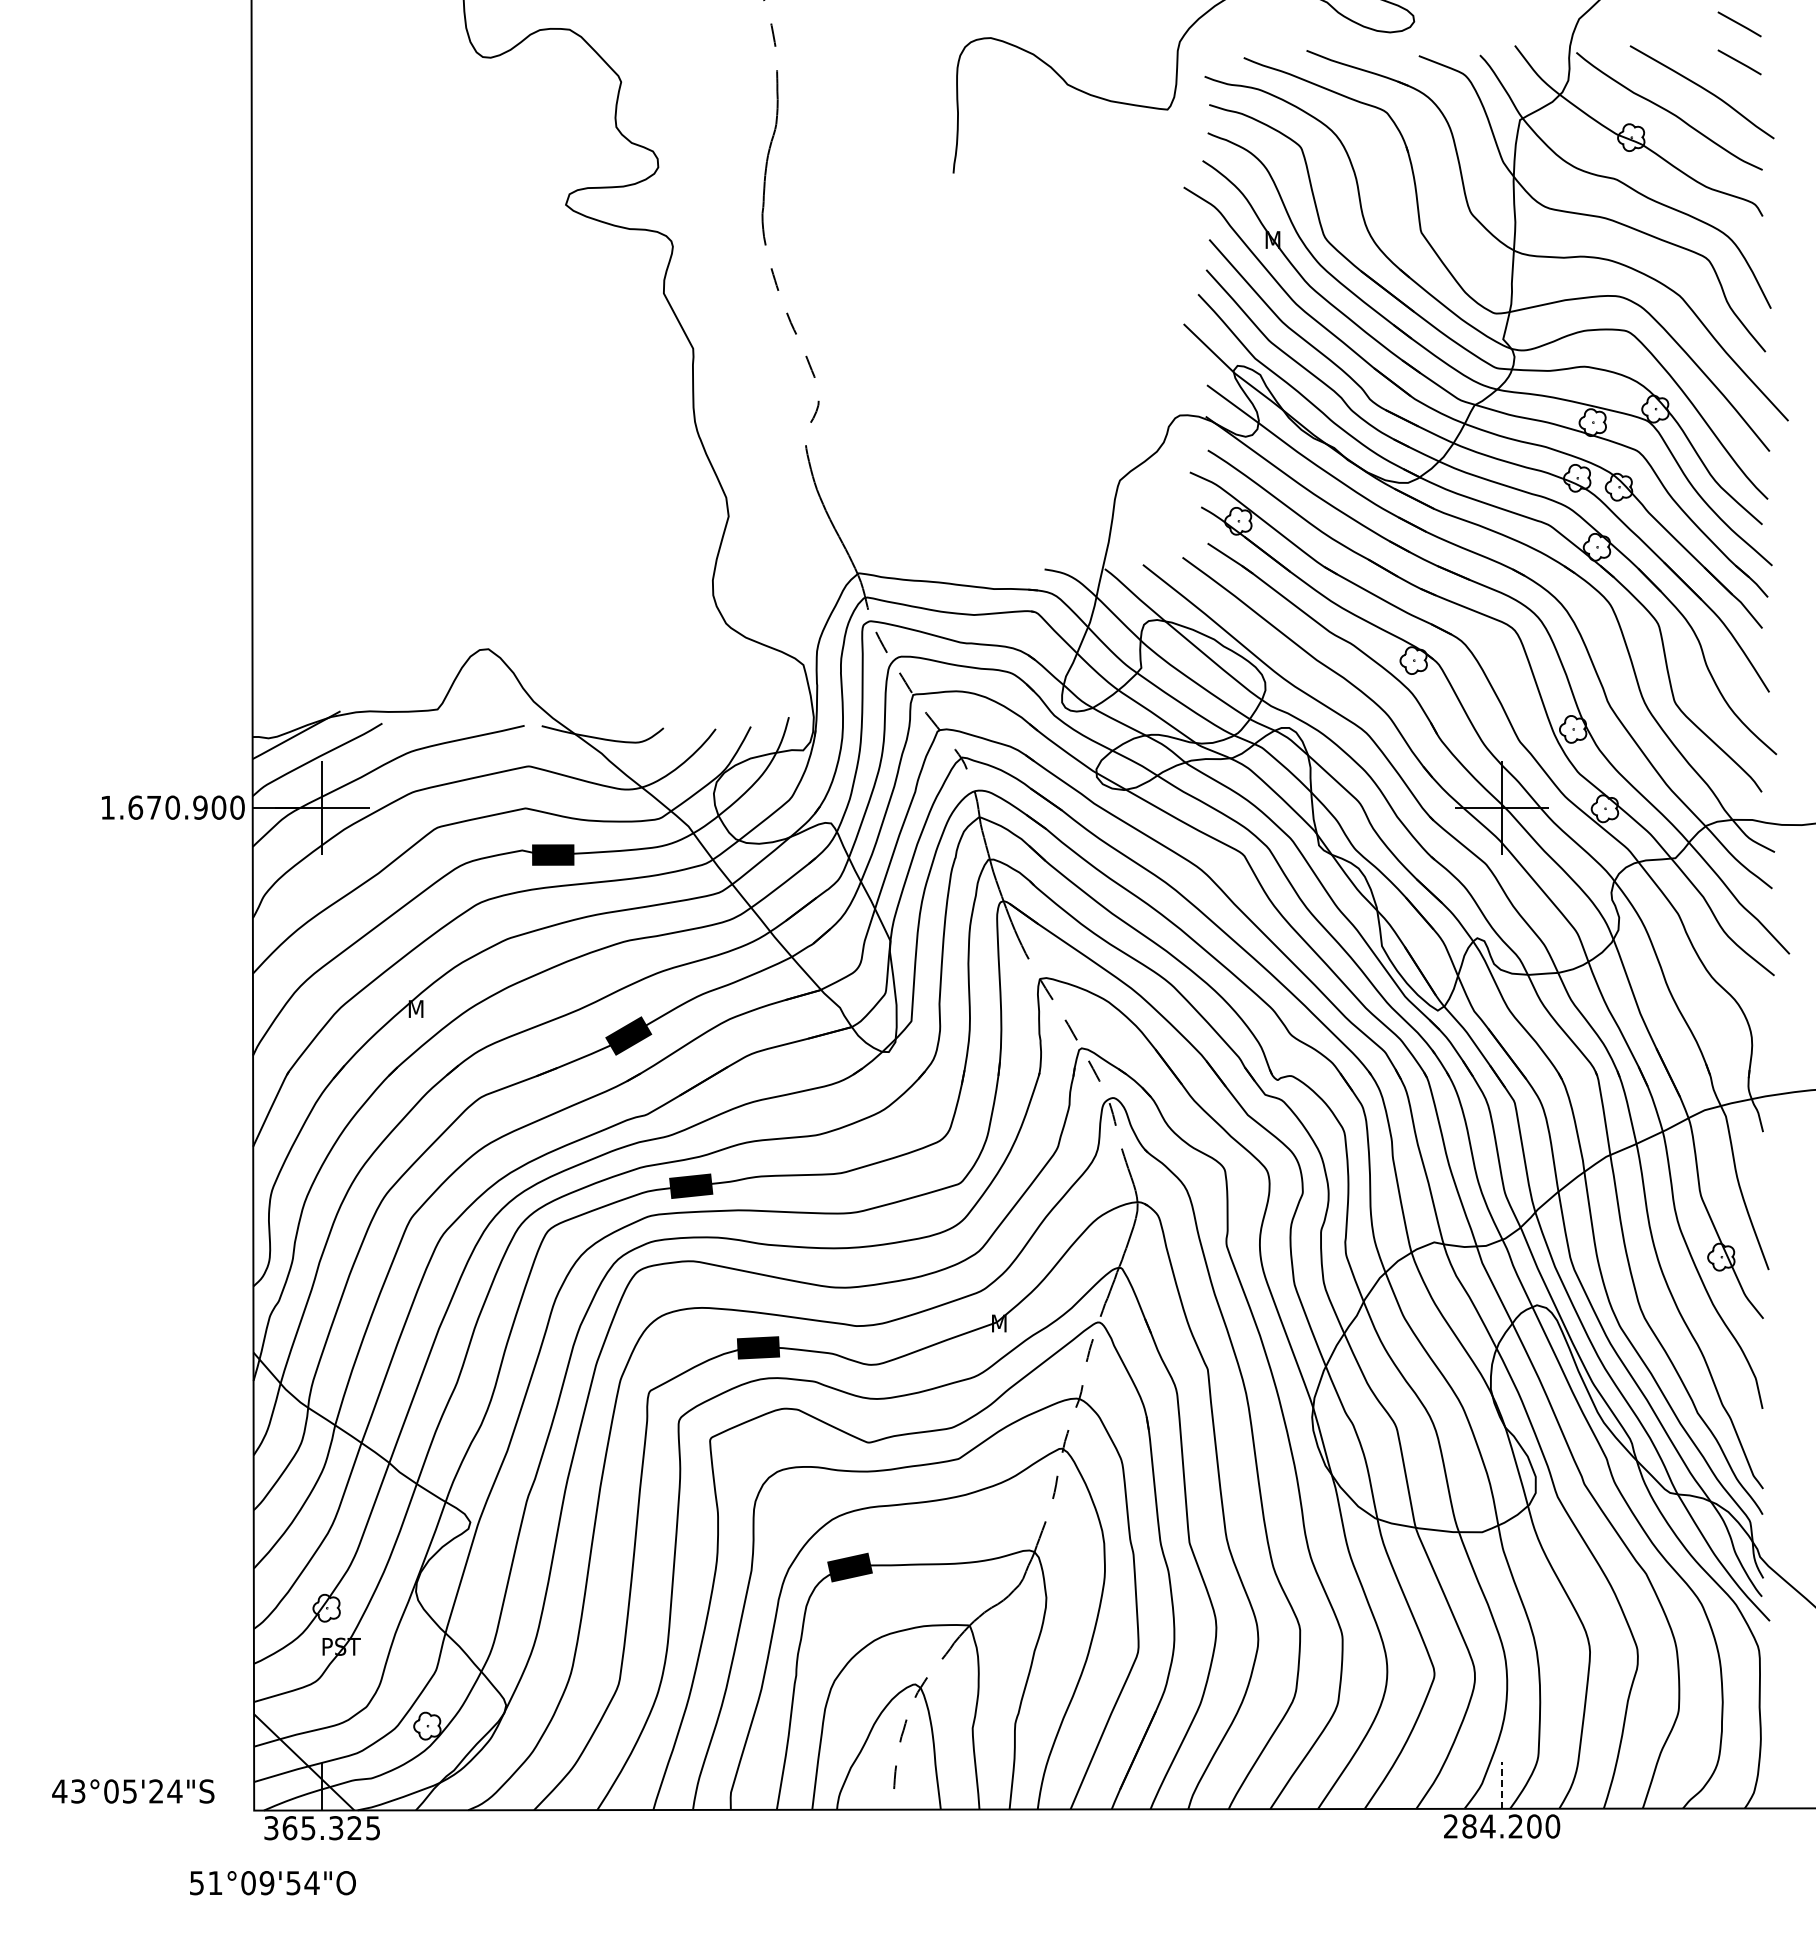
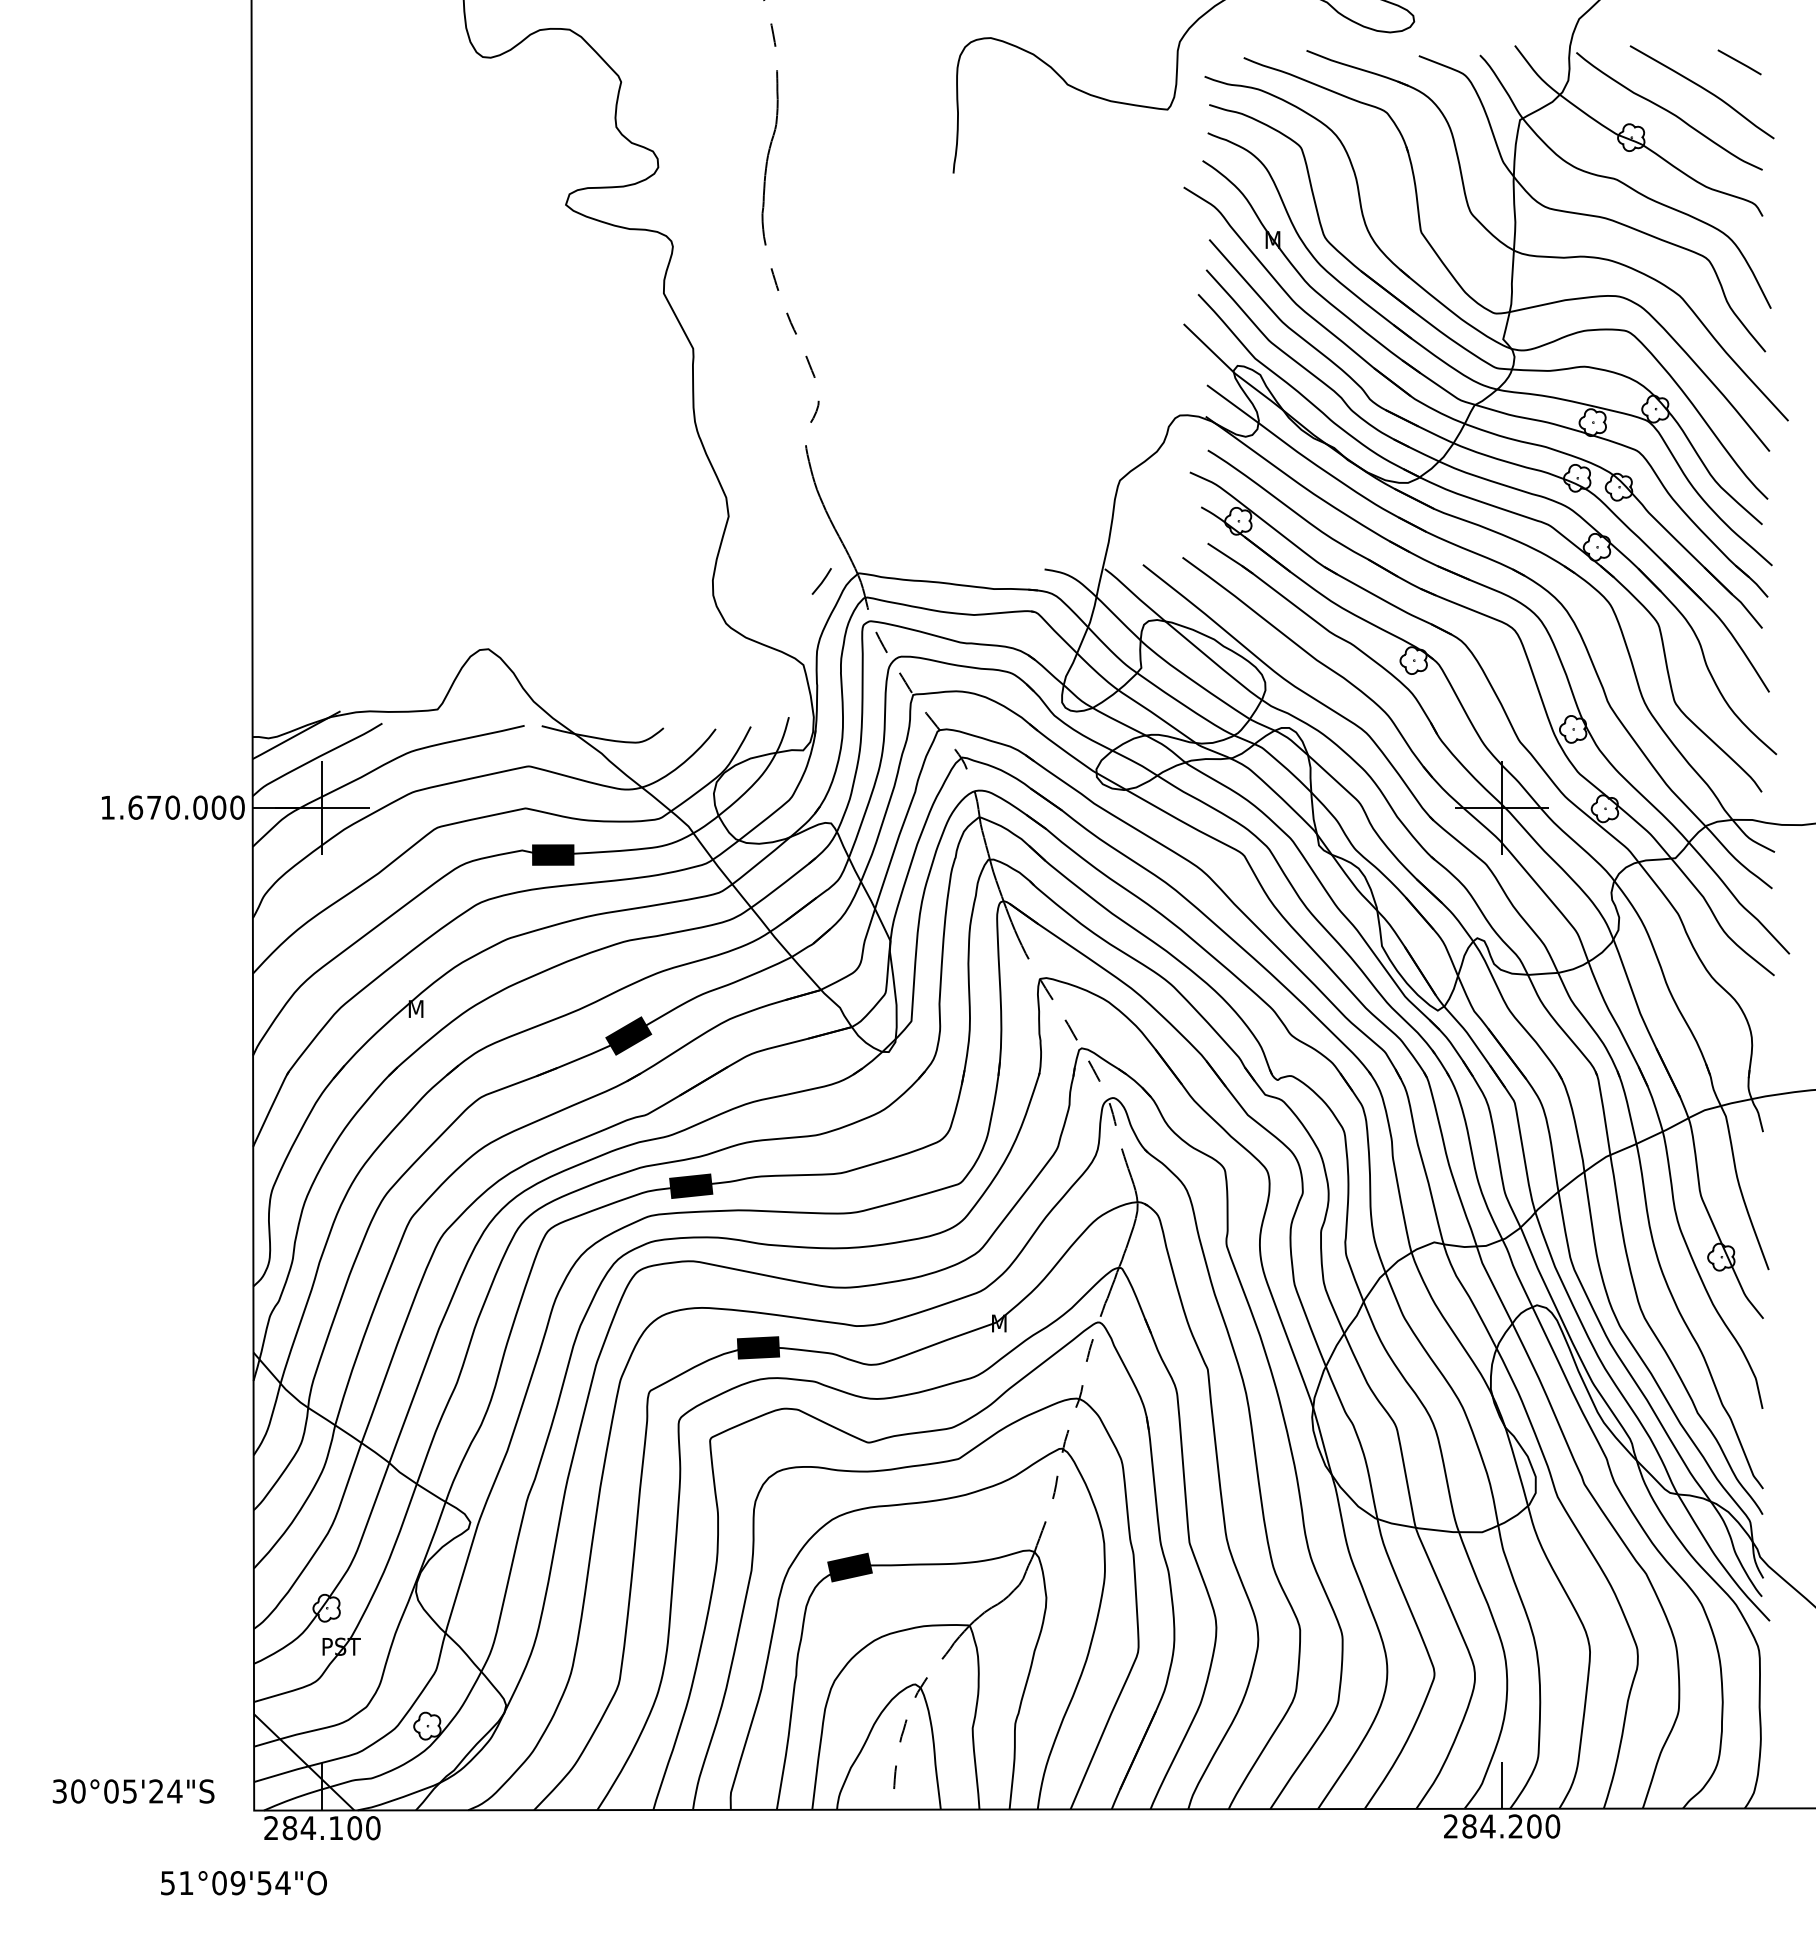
line at (1739, 24): present -> none
line at (821, 581): none -> present
text at (200, 807): 1.670.900 -> 1.670.000
line at (1501, 1785): dashed -> solid
text at (68, 1791): 43°05'24"S -> 30°05'24"S
text at (322, 1828): 365.325 -> 284.100
text at (272, 1883) position: (272, 1883) -> (243, 1883)
